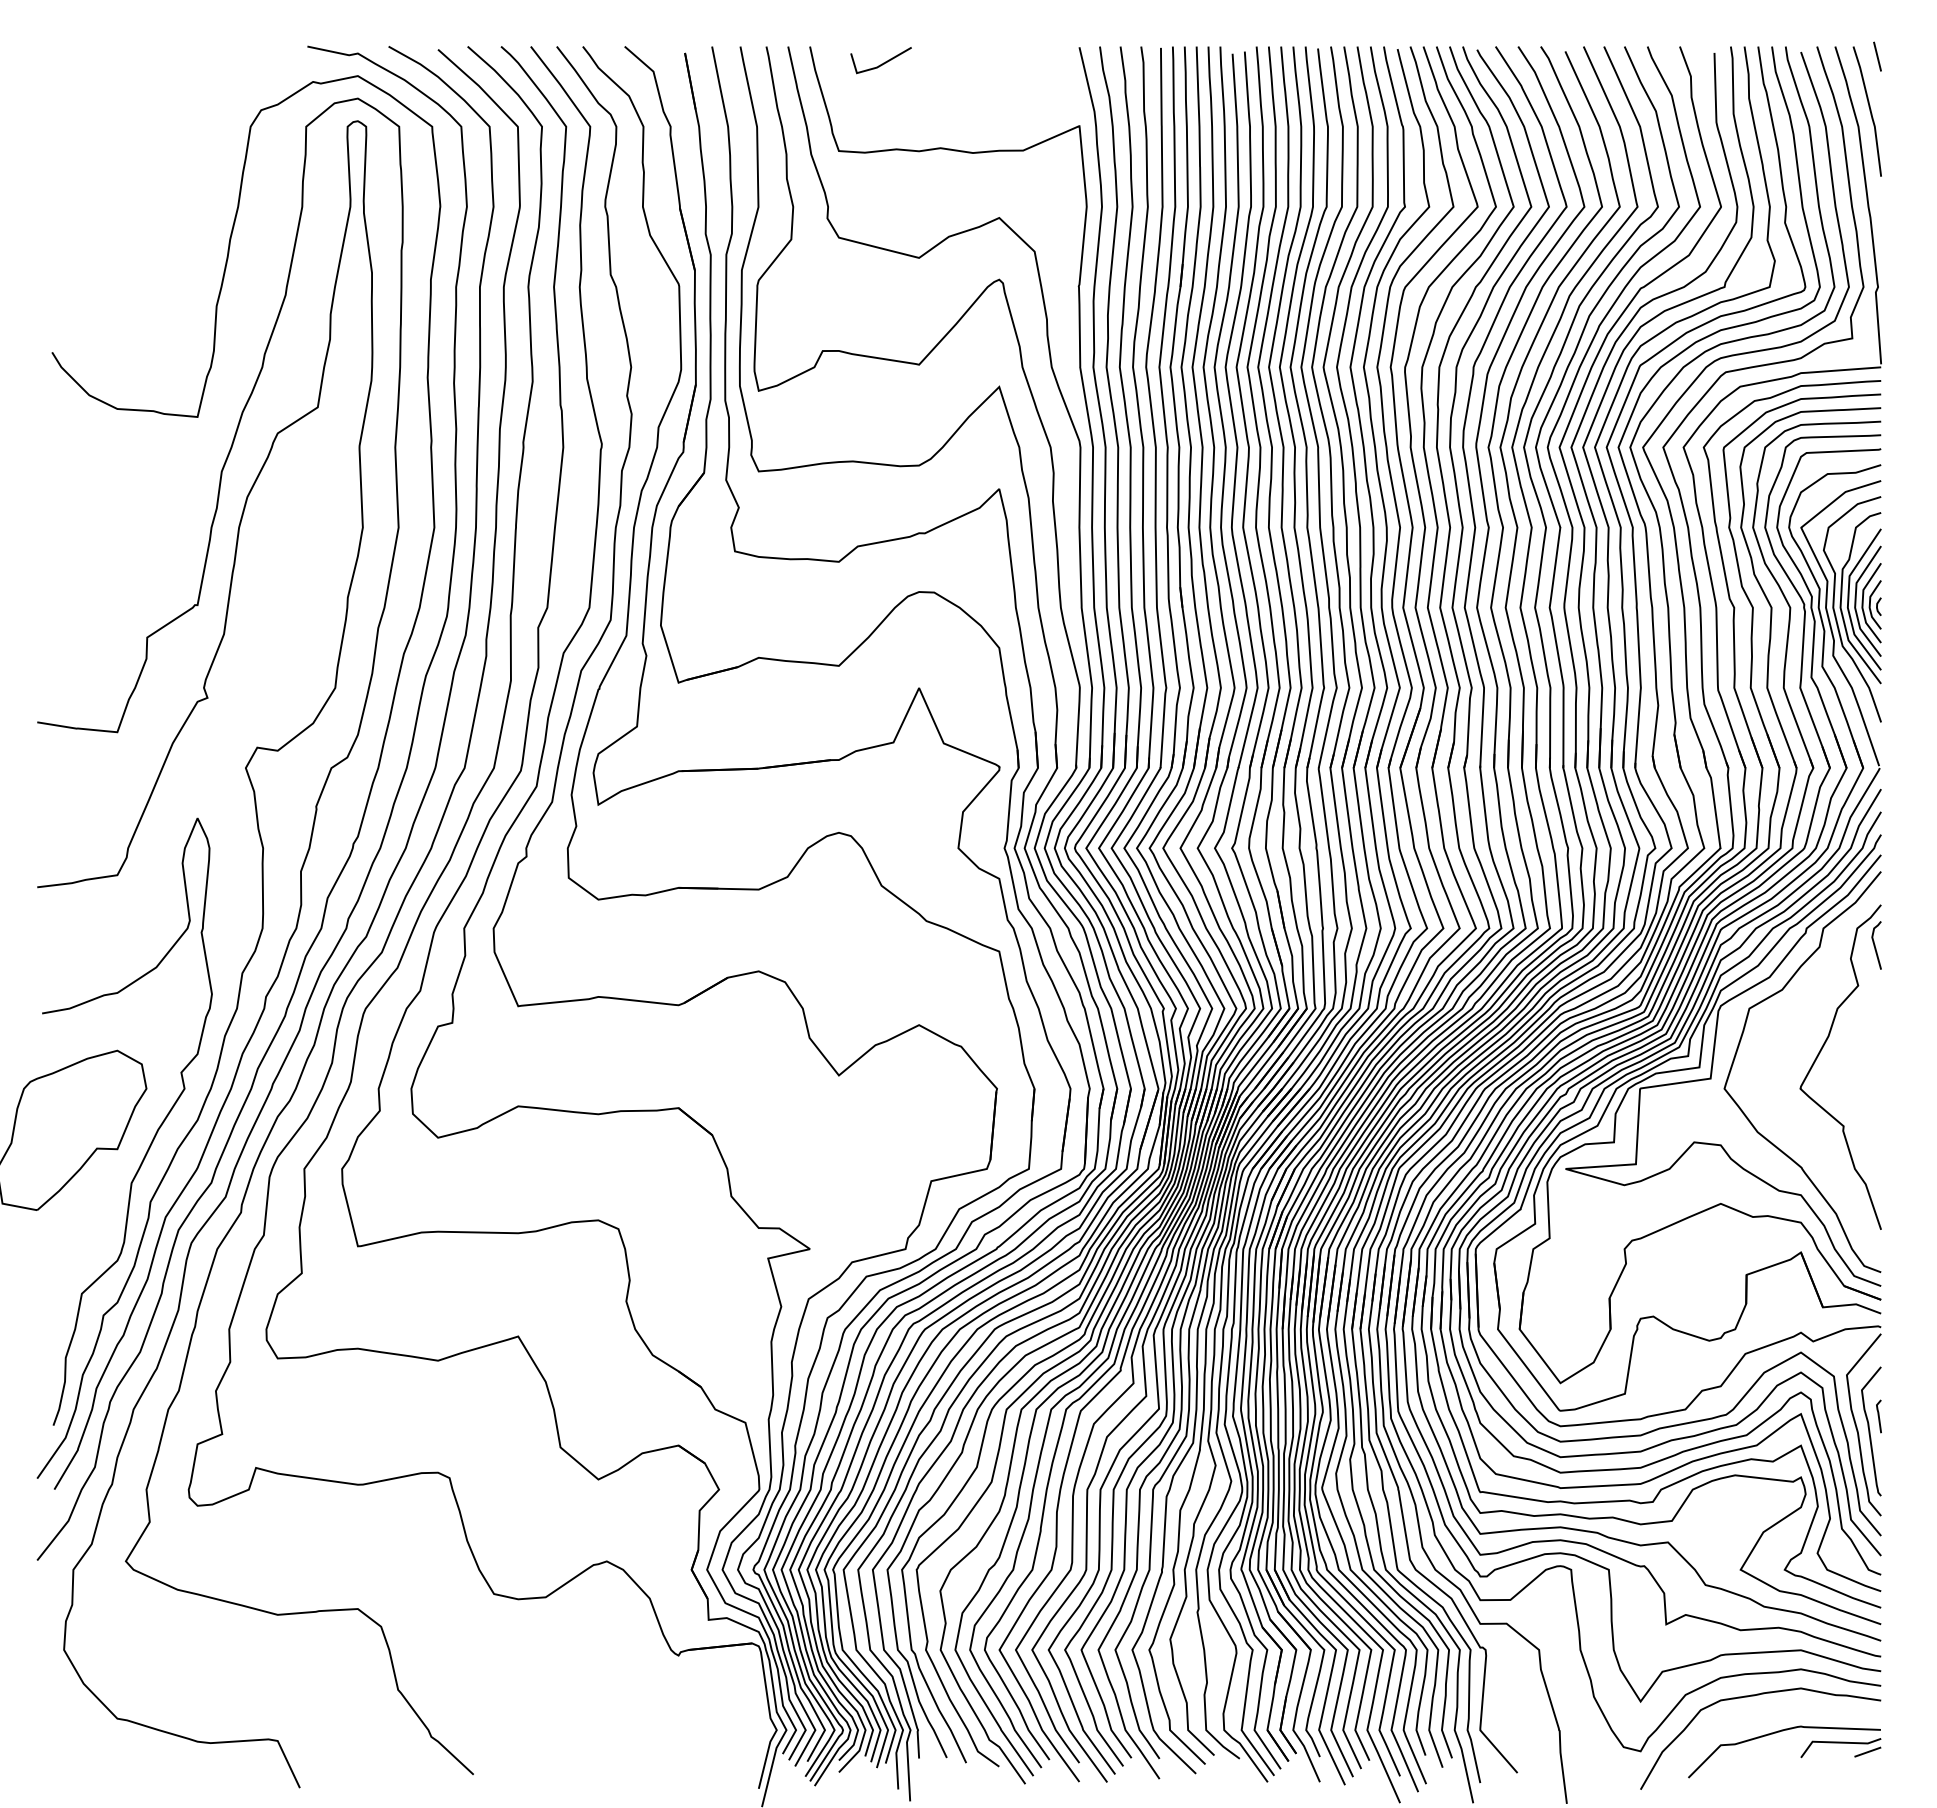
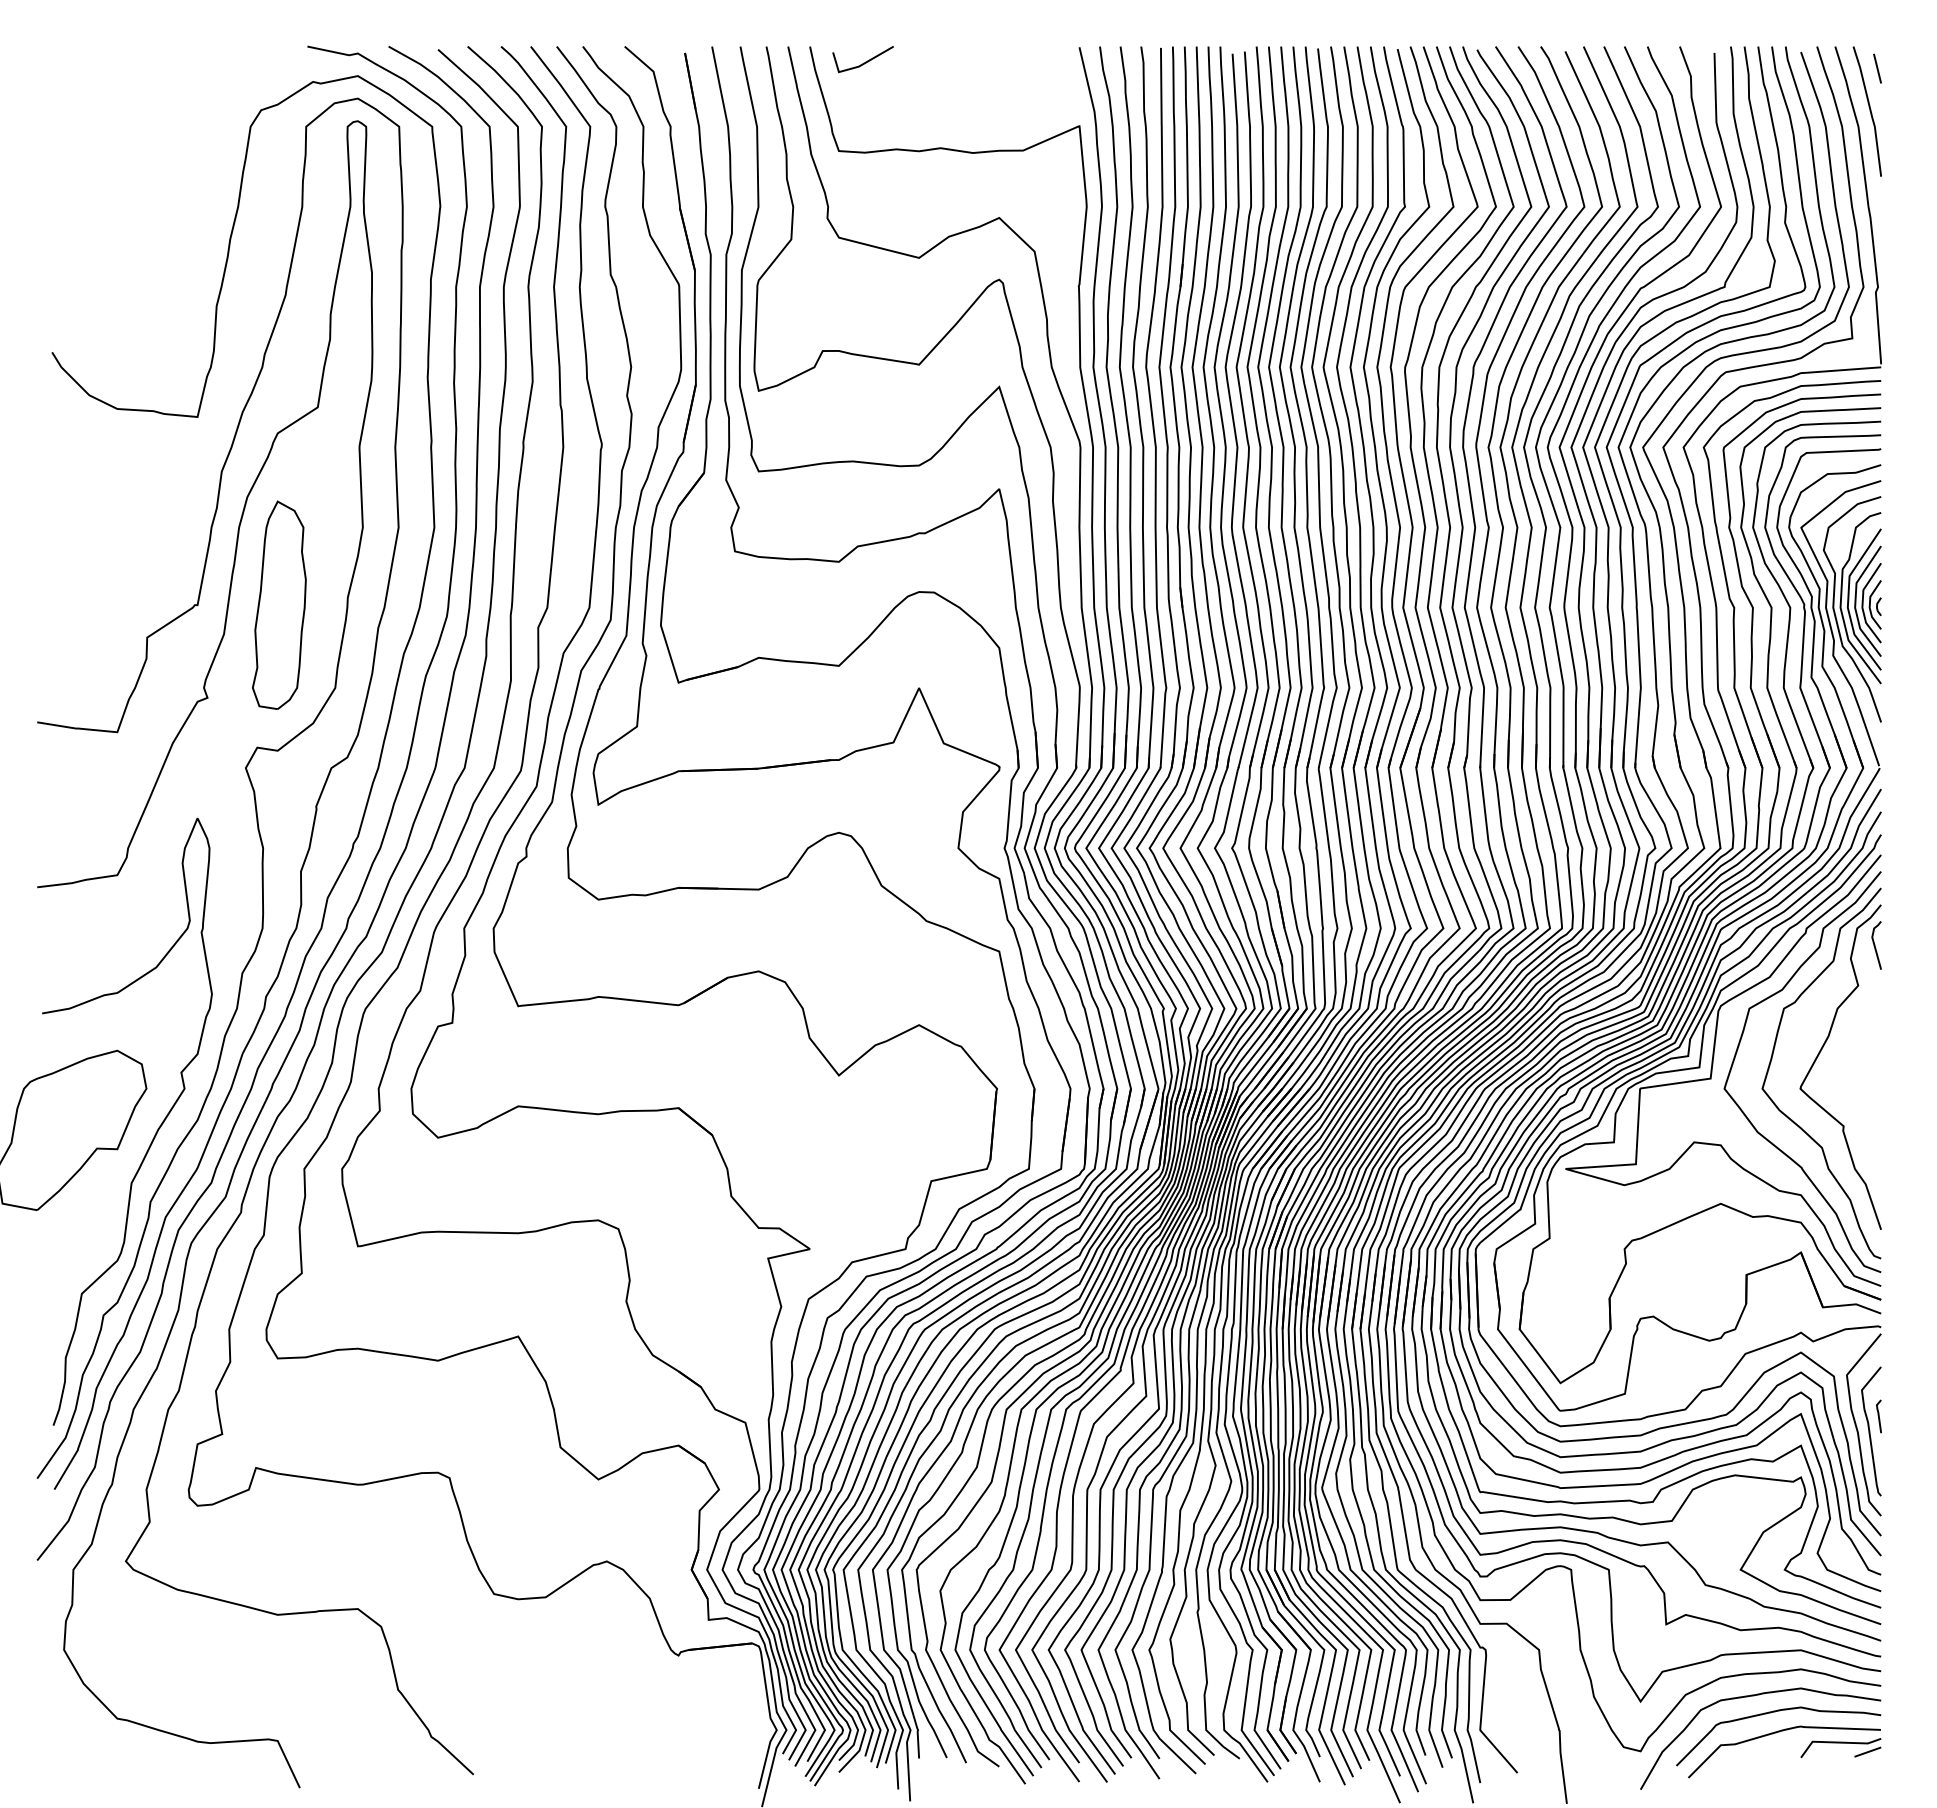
line at (1877, 56) position: (1877, 56) -> (1877, 68)
line at (881, 63) position: (881, 63) -> (863, 62)
part at (279, 604): none -> present
curve at (1772, 1059): none -> present
curve at (1771, 1713): none -> present
